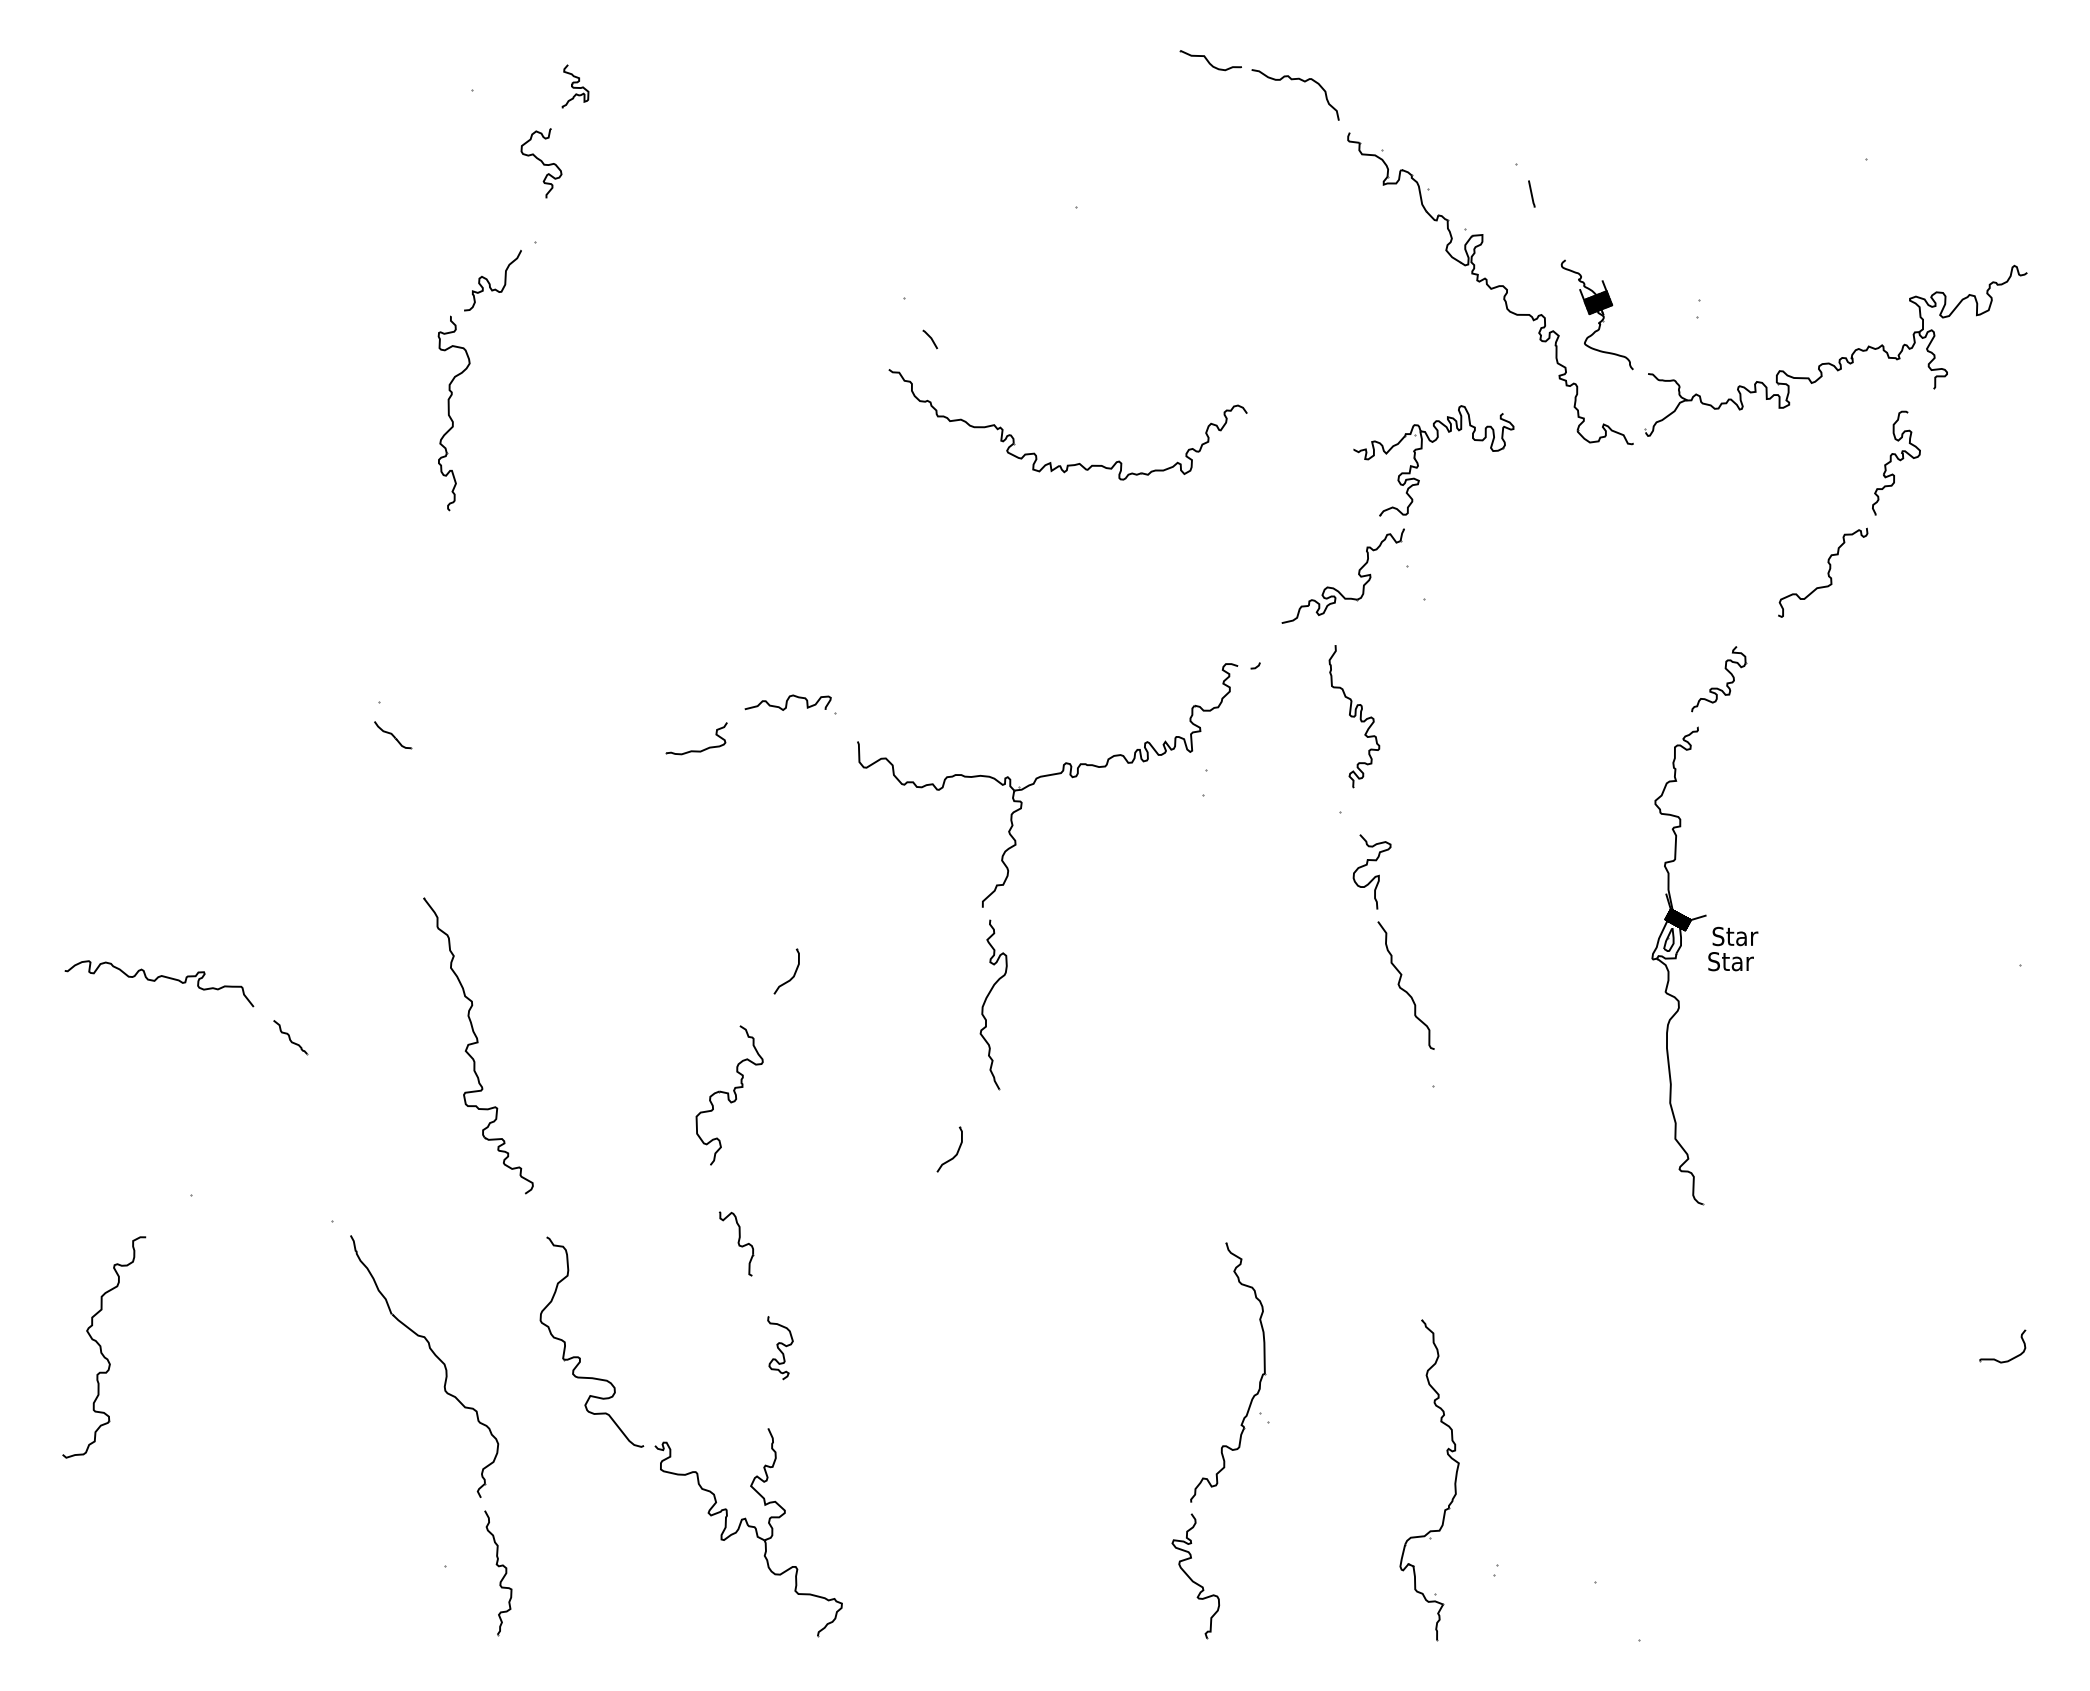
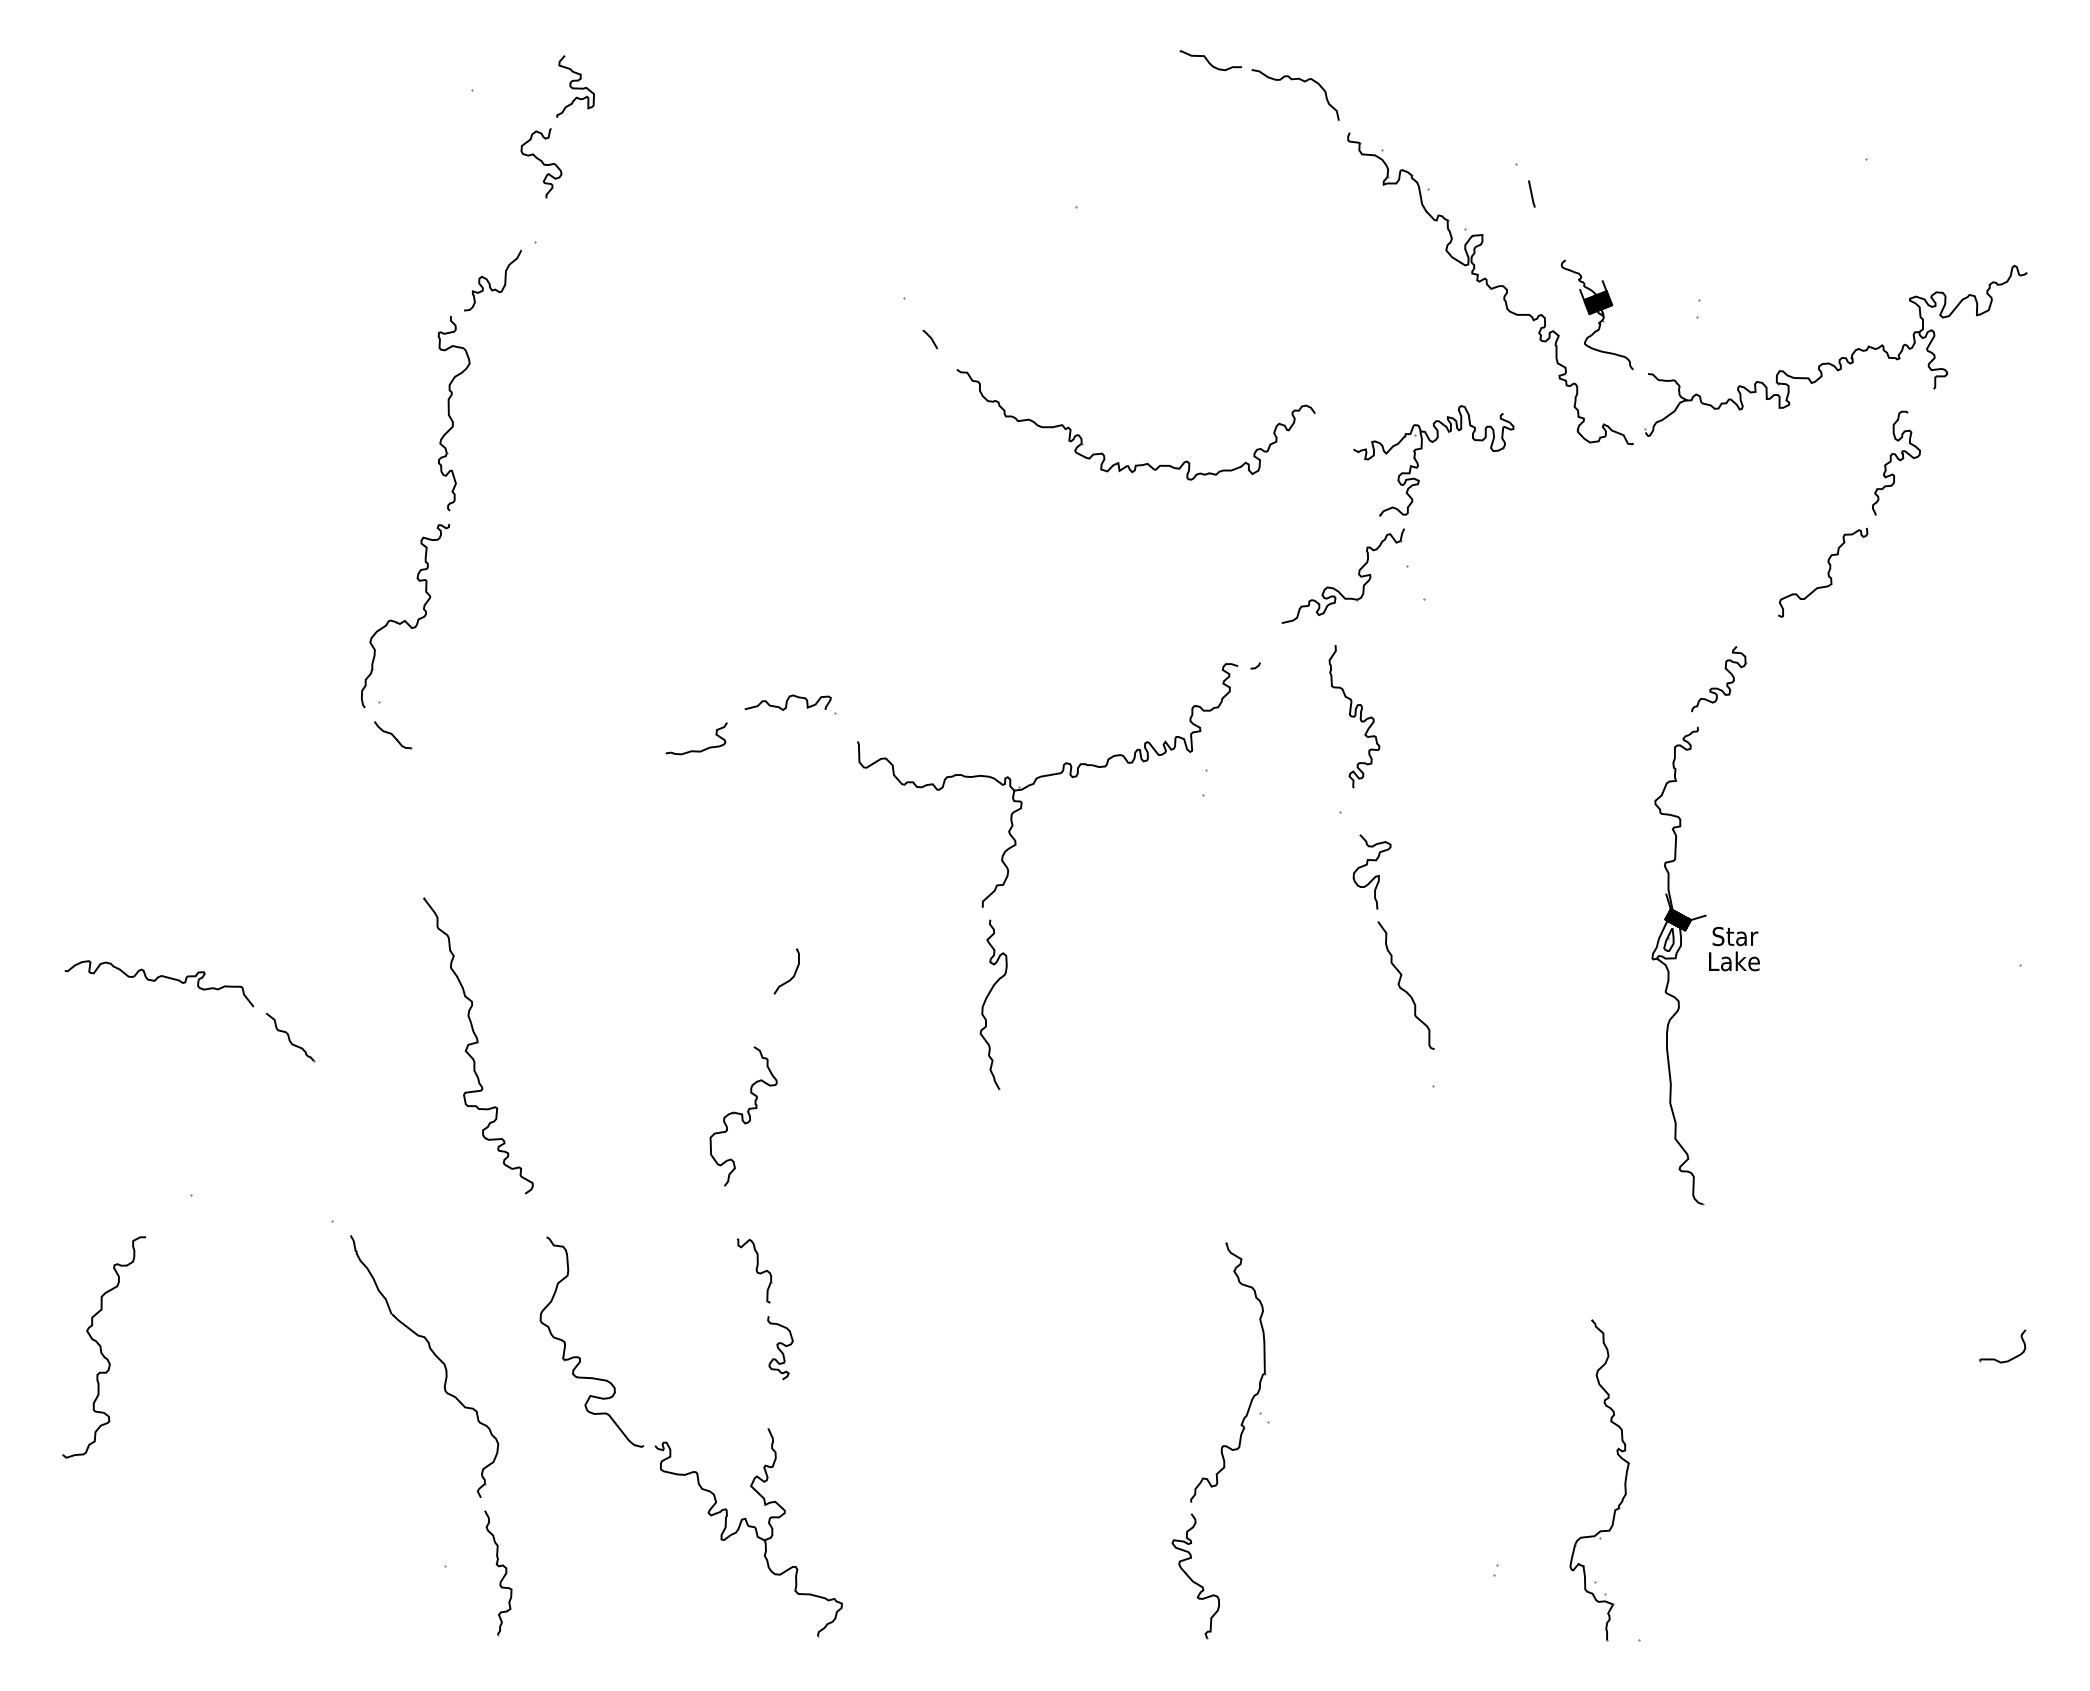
part at (575, 86) size: 29x45 px -> 39x63 px
part at (1067, 464) position: (1067, 464) -> (1135, 464)
part at (405, 616): none -> present
text at (1733, 961): Star -> Lake
part at (290, 1037) size: 36x36 px -> 50x51 px
part at (729, 1095) position: (729, 1095) -> (743, 1116)
part at (956, 1152): present -> none
part at (736, 1243) position: (736, 1243) -> (754, 1270)
part at (1454, 1480) position: (1454, 1480) -> (1624, 1480)
